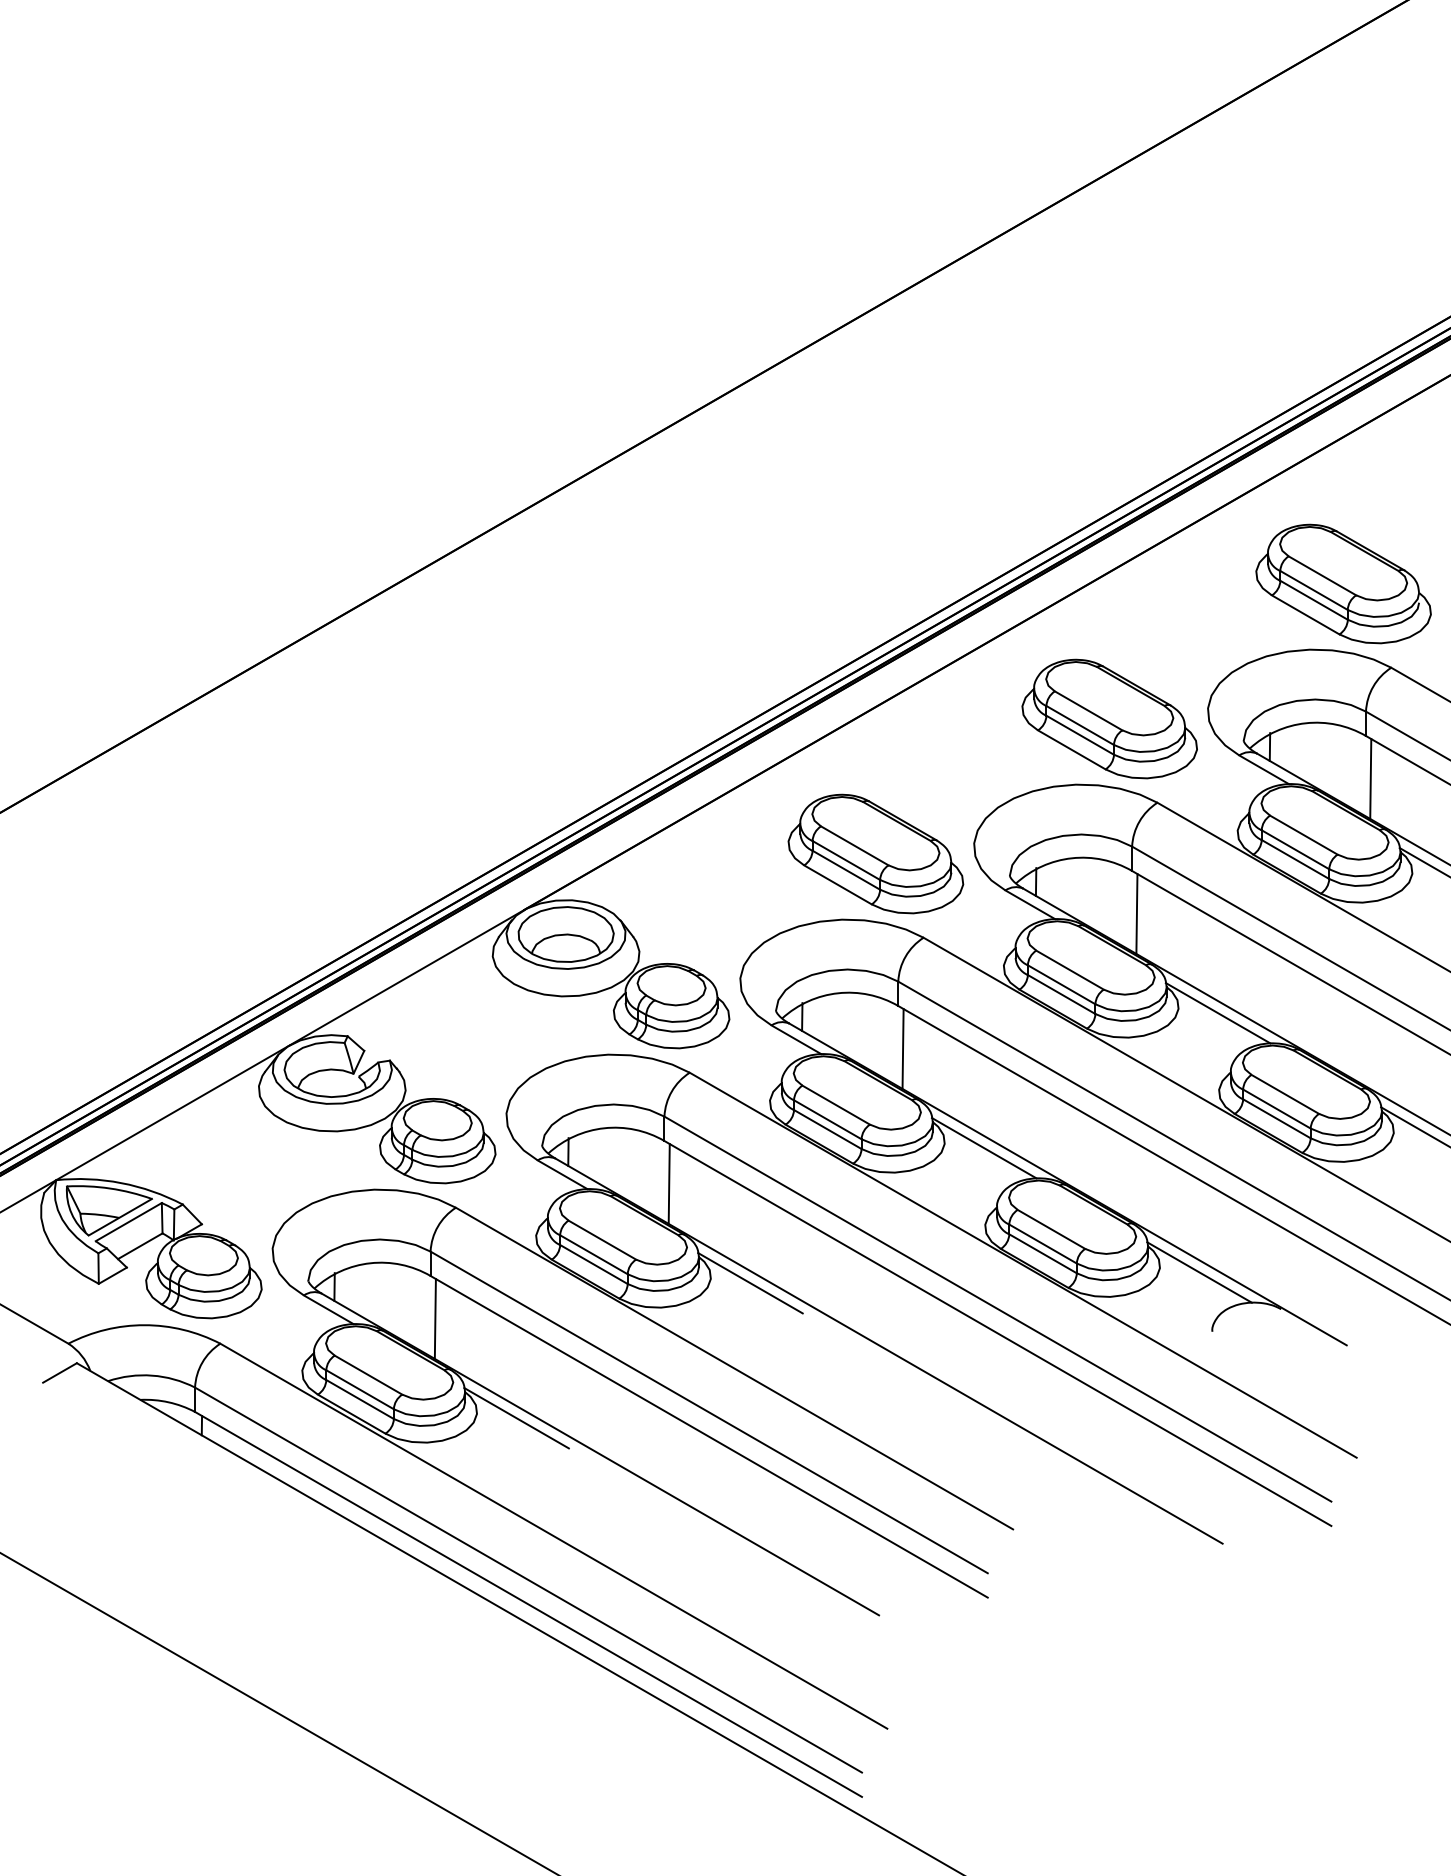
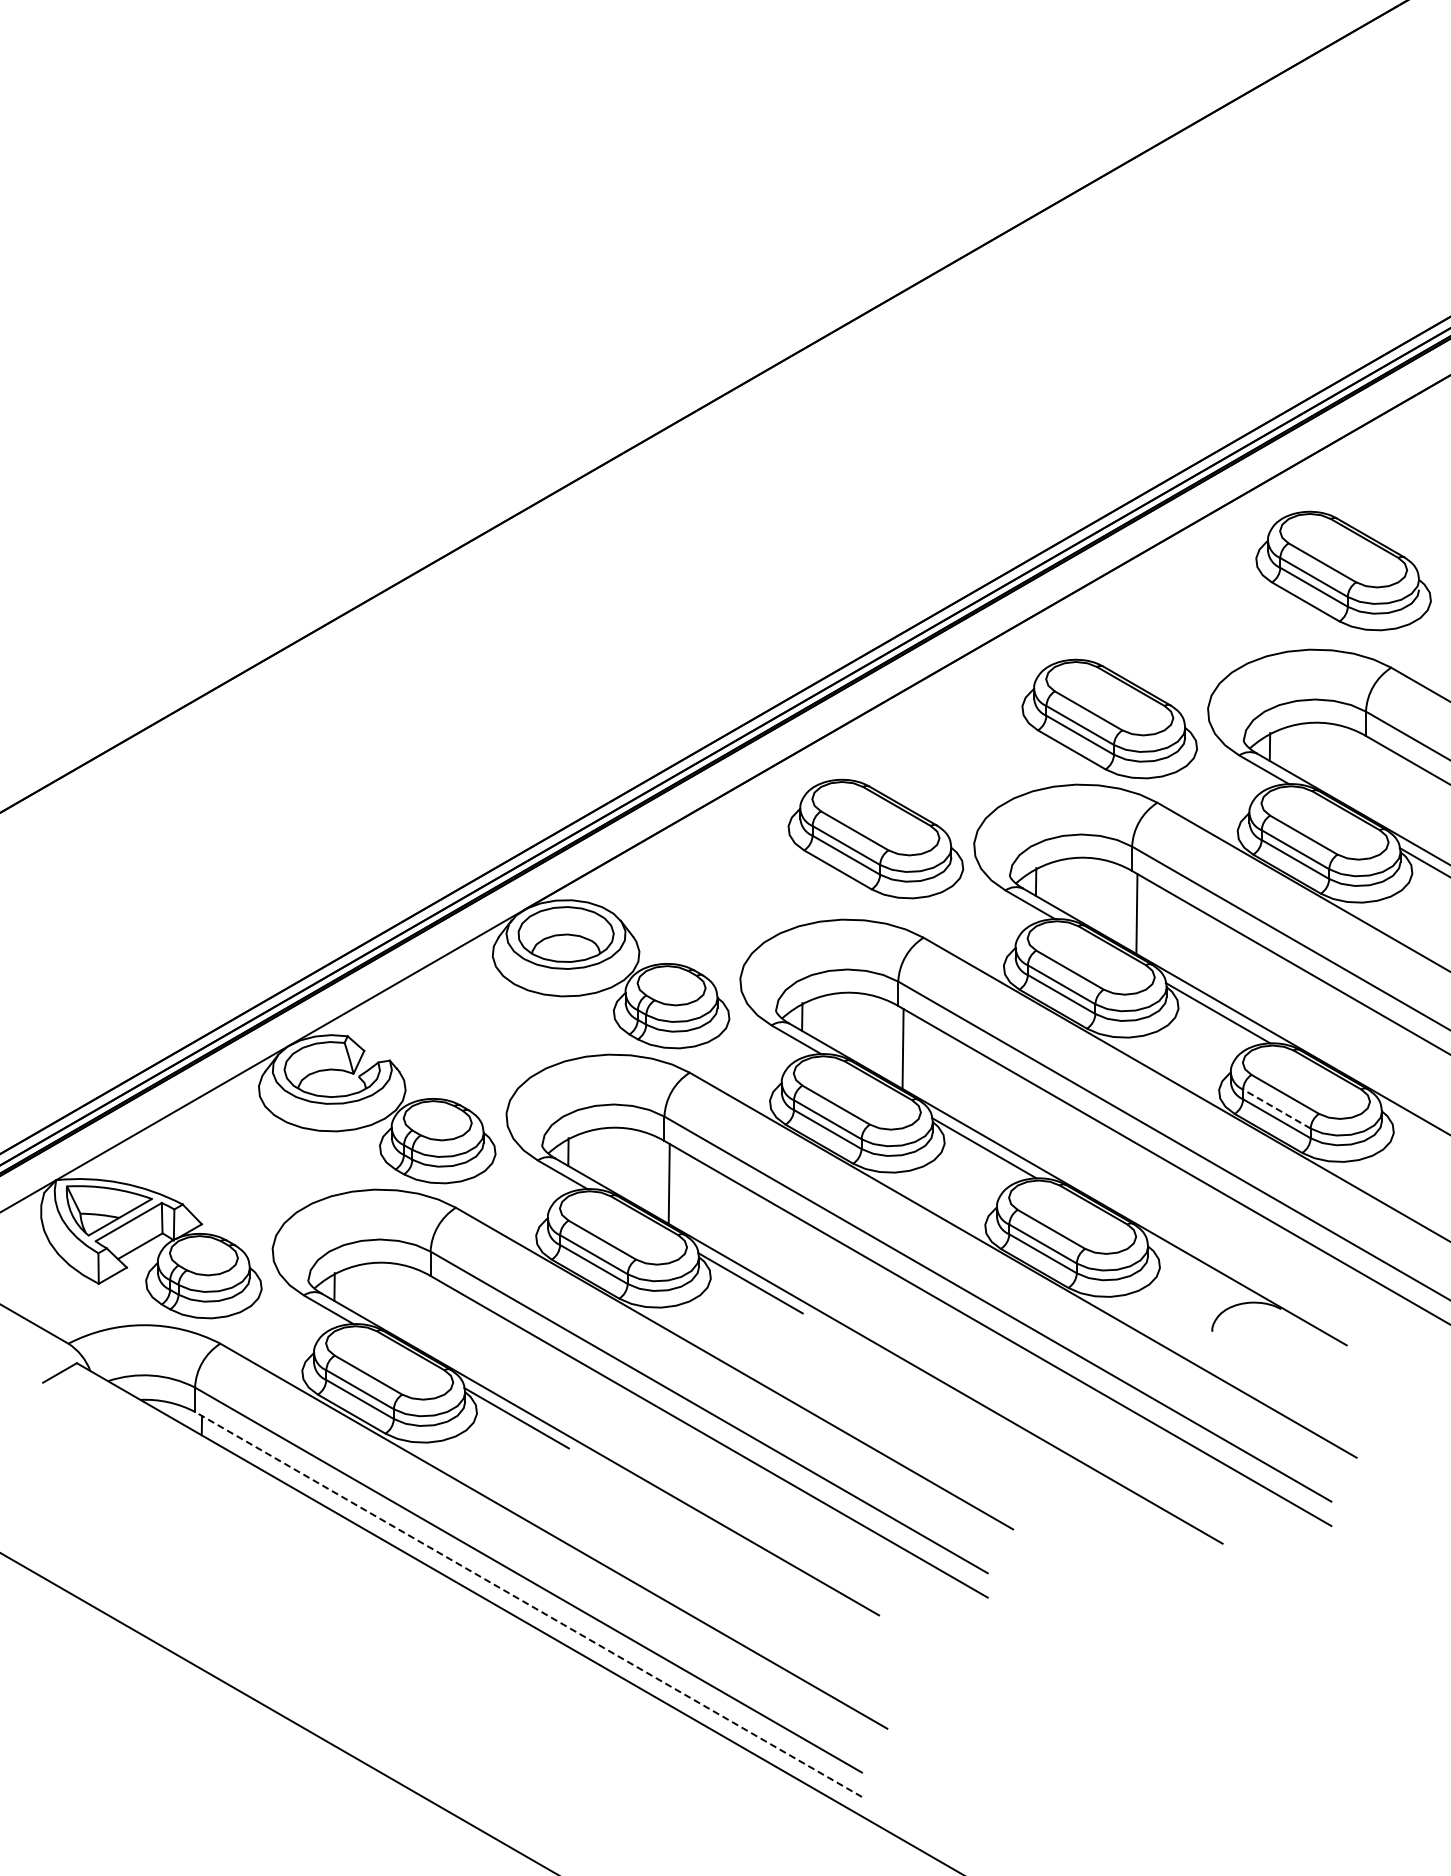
part at (1343, 583) position: (1343, 583) -> (1343, 570)
line at (1370, 778): present -> none
part at (875, 853) position: (875, 853) -> (875, 838)
line at (1276, 1109): solid -> dashed
line at (1414, 1126): present -> none
line at (1199, 1272): present -> none
line at (434, 1318): present -> none
line at (528, 1604): solid -> dashed
